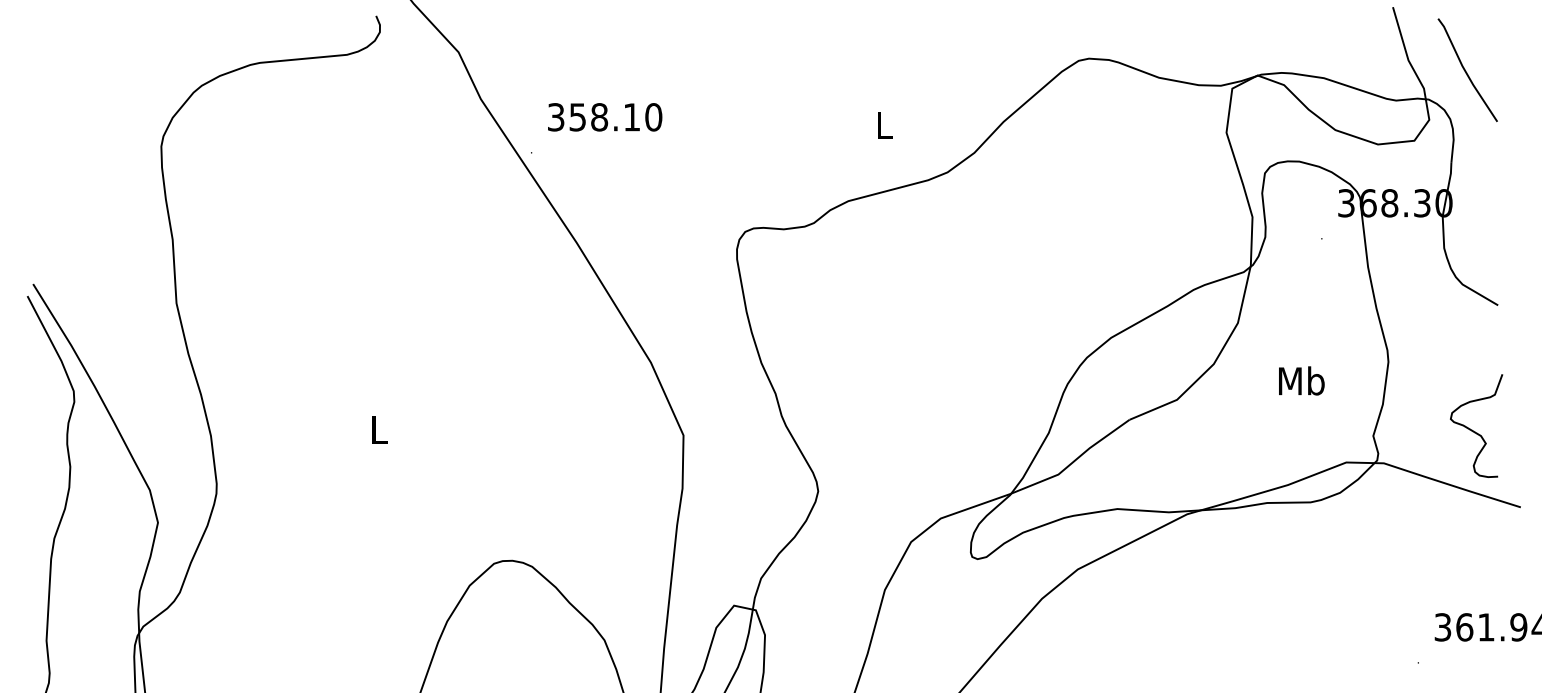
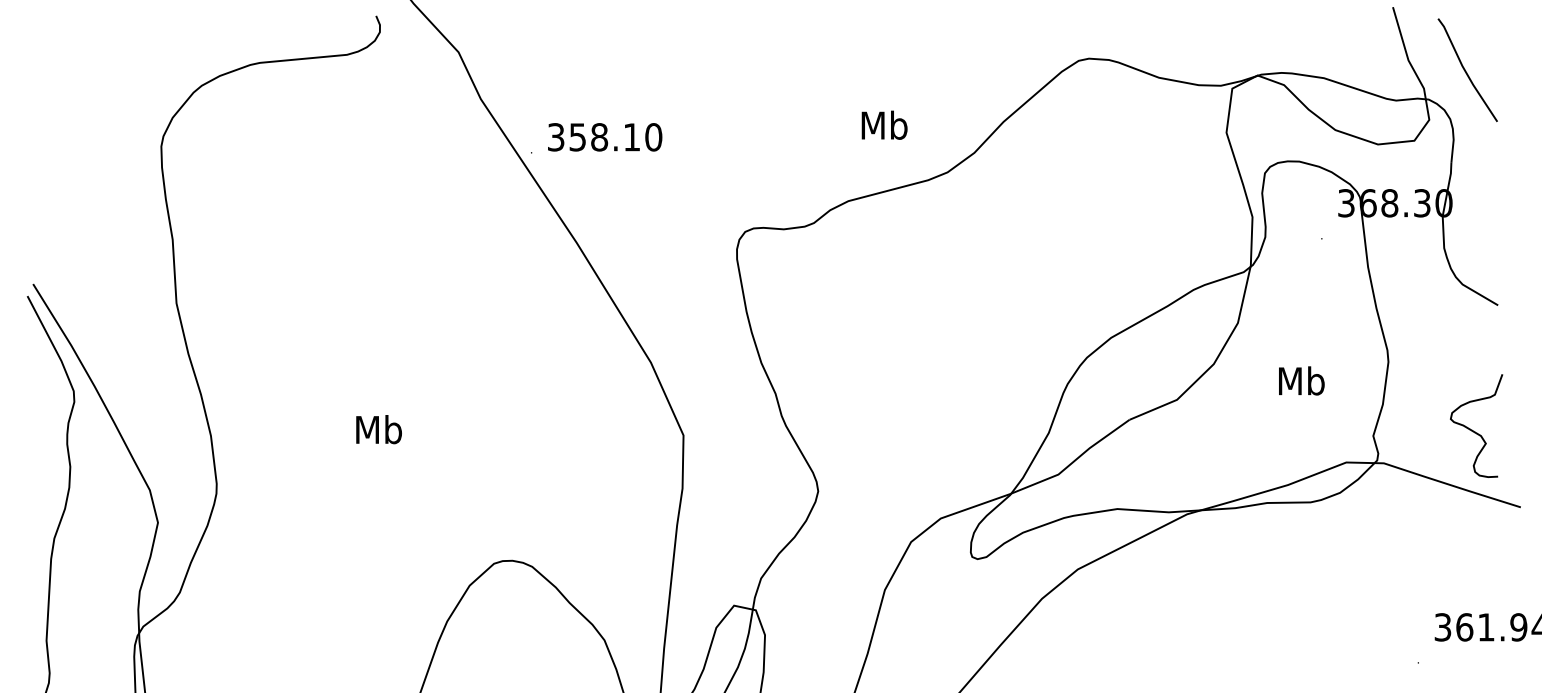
text at (605, 117) position: (605, 117) -> (605, 137)
text at (884, 124): L -> Mb
text at (378, 429): L -> Mb
